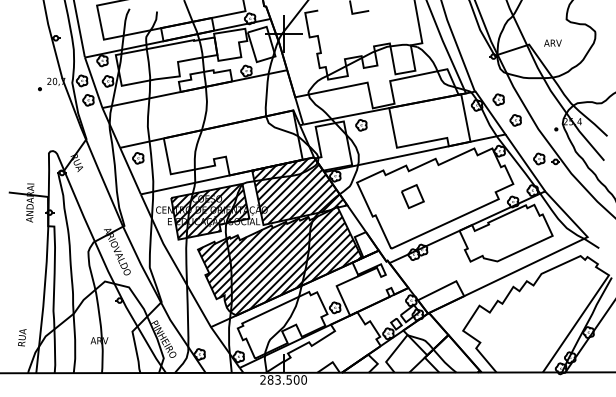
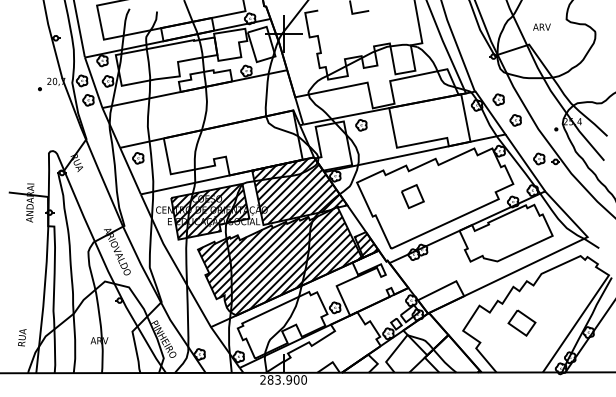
text at (552, 42) position: (552, 42) -> (541, 26)
hatch at (366, 244): none -> present
part at (521, 322): none -> present
text at (289, 379): 283.500 -> 283.900
